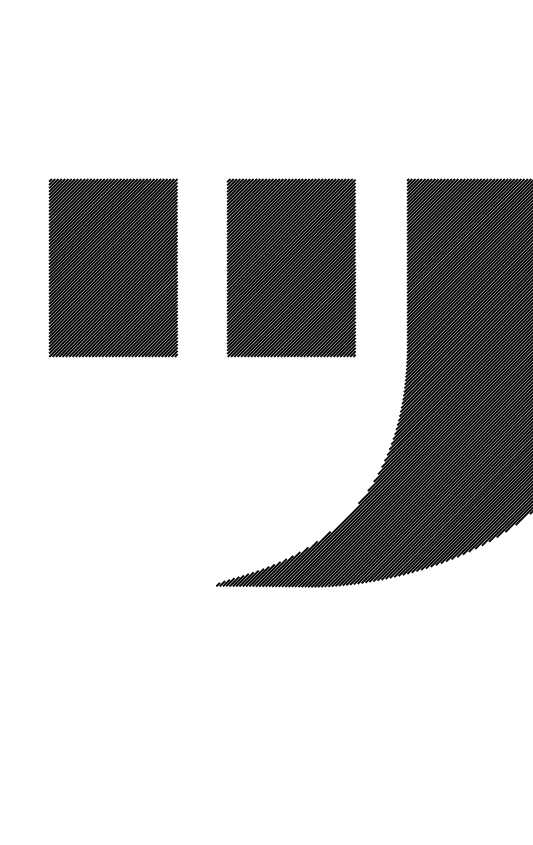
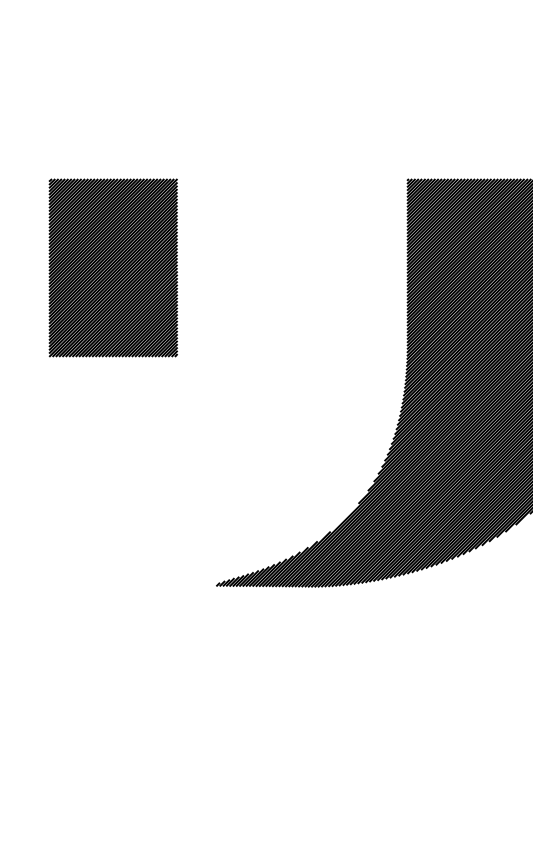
part at (291, 267): present -> none
